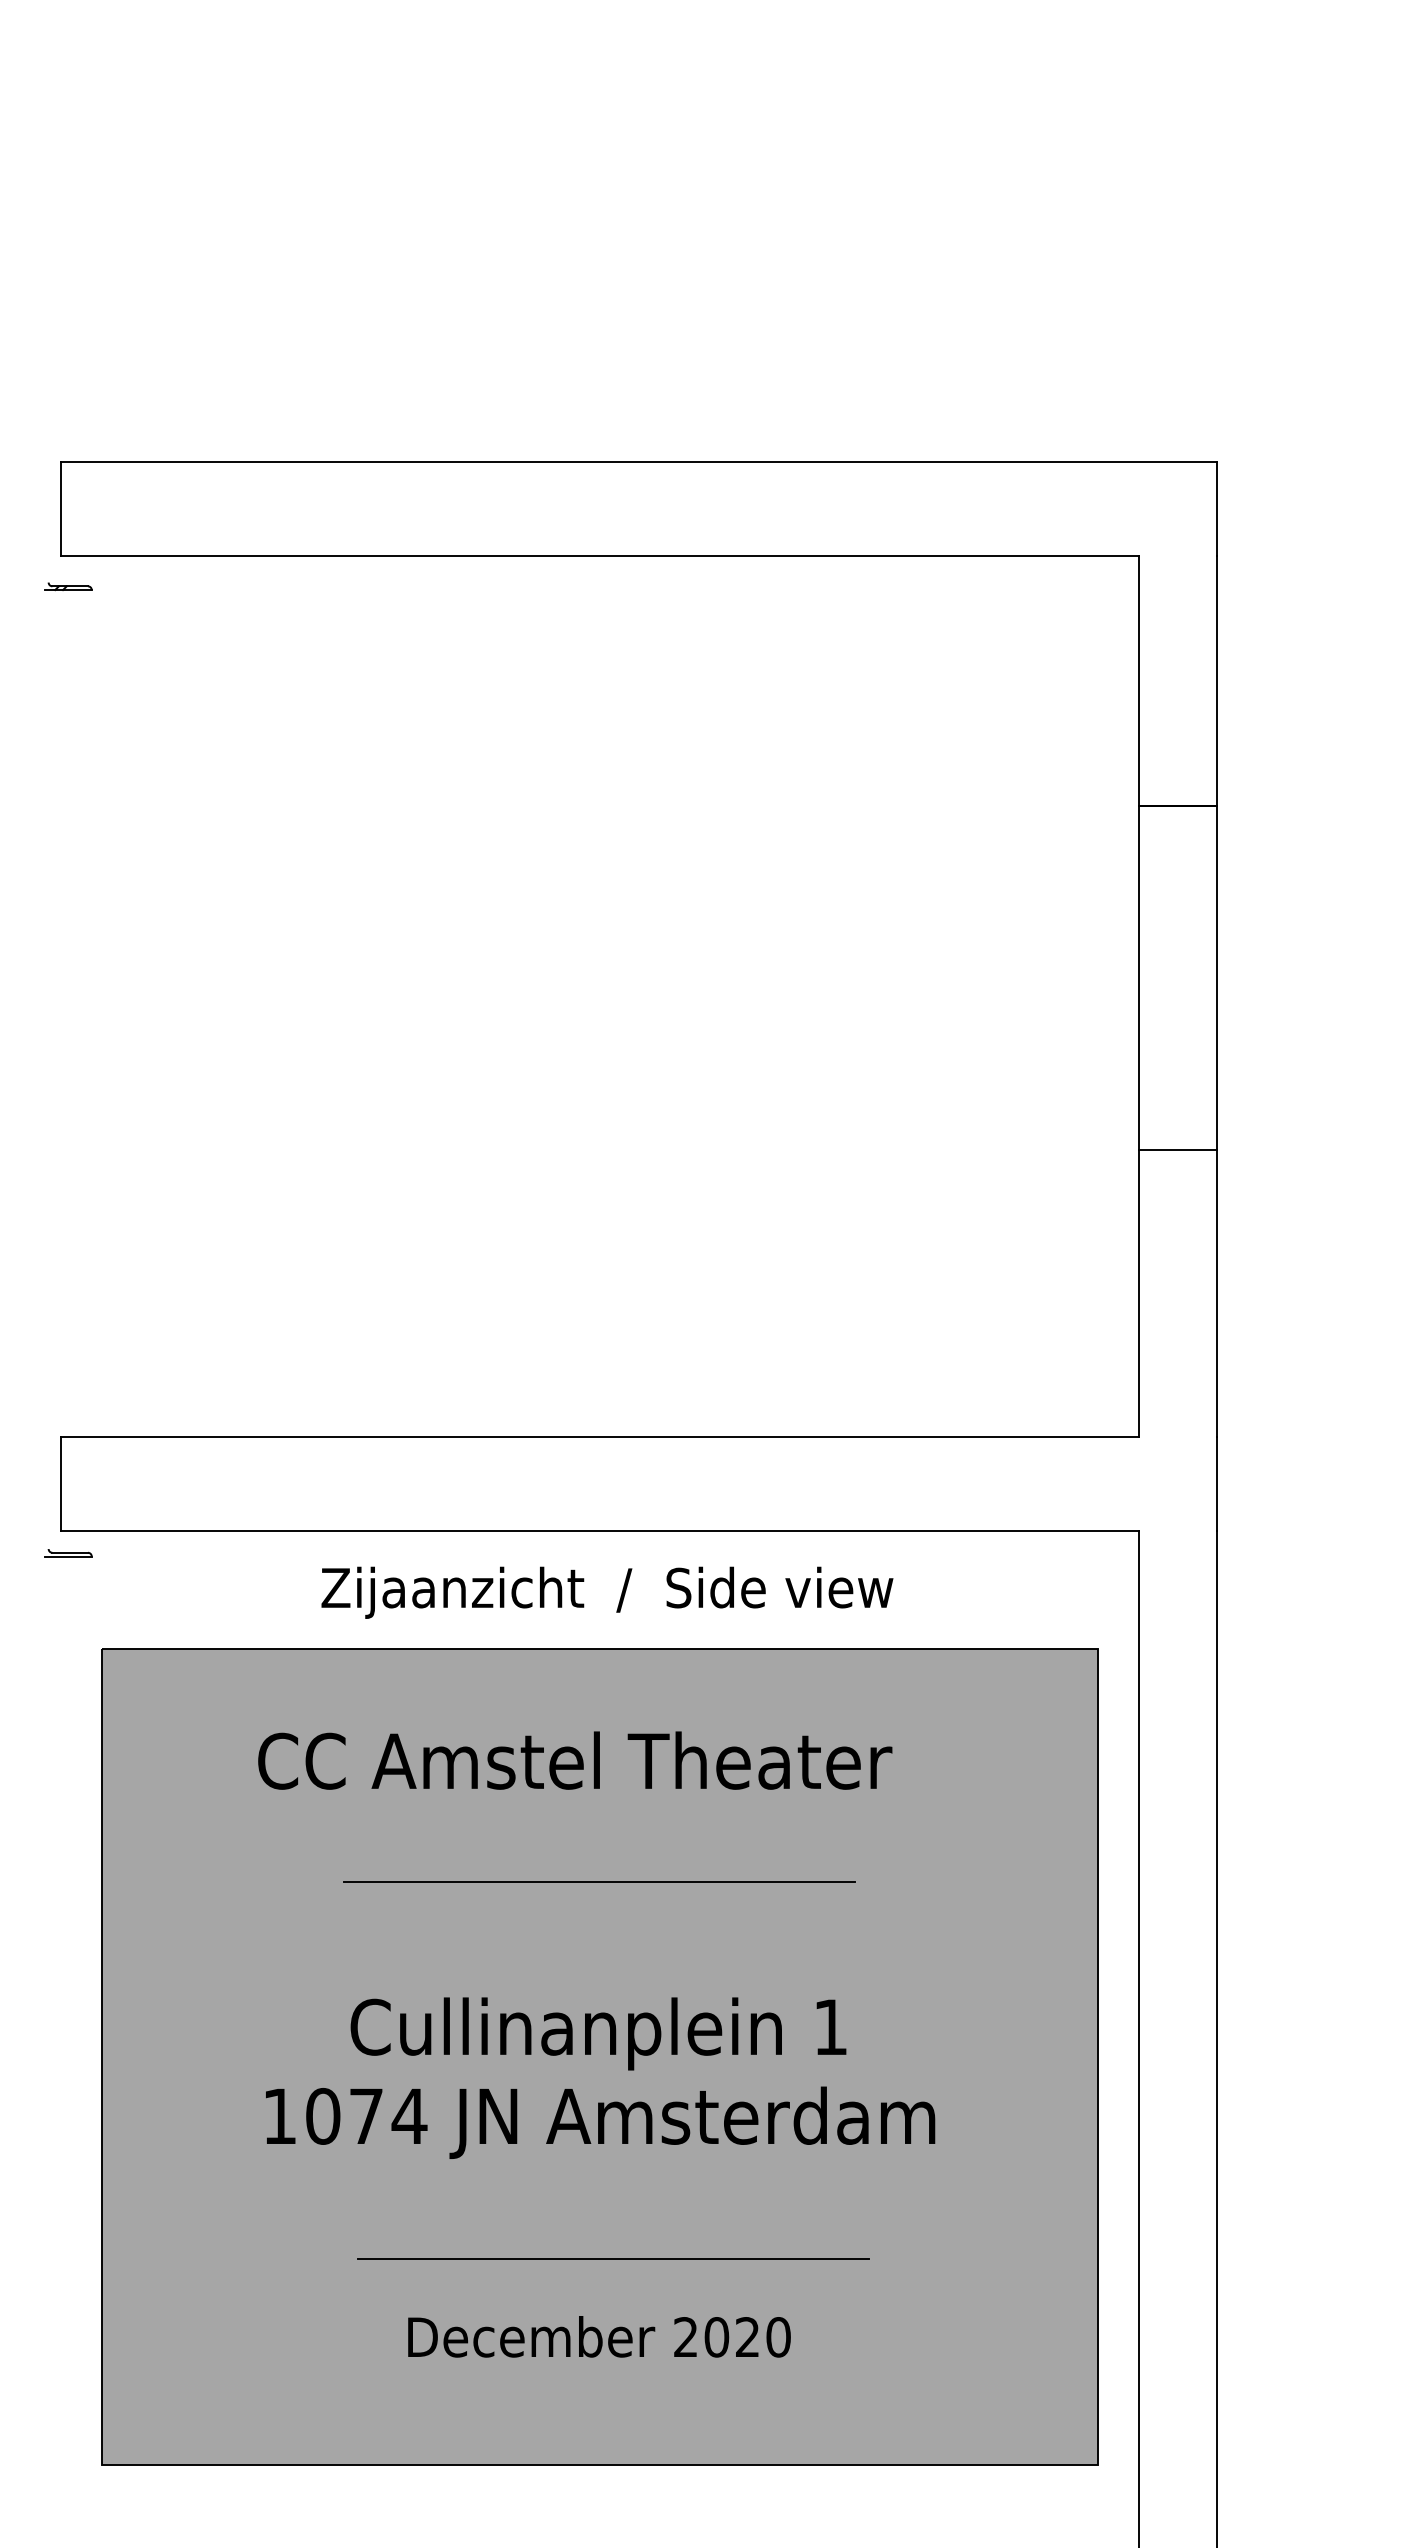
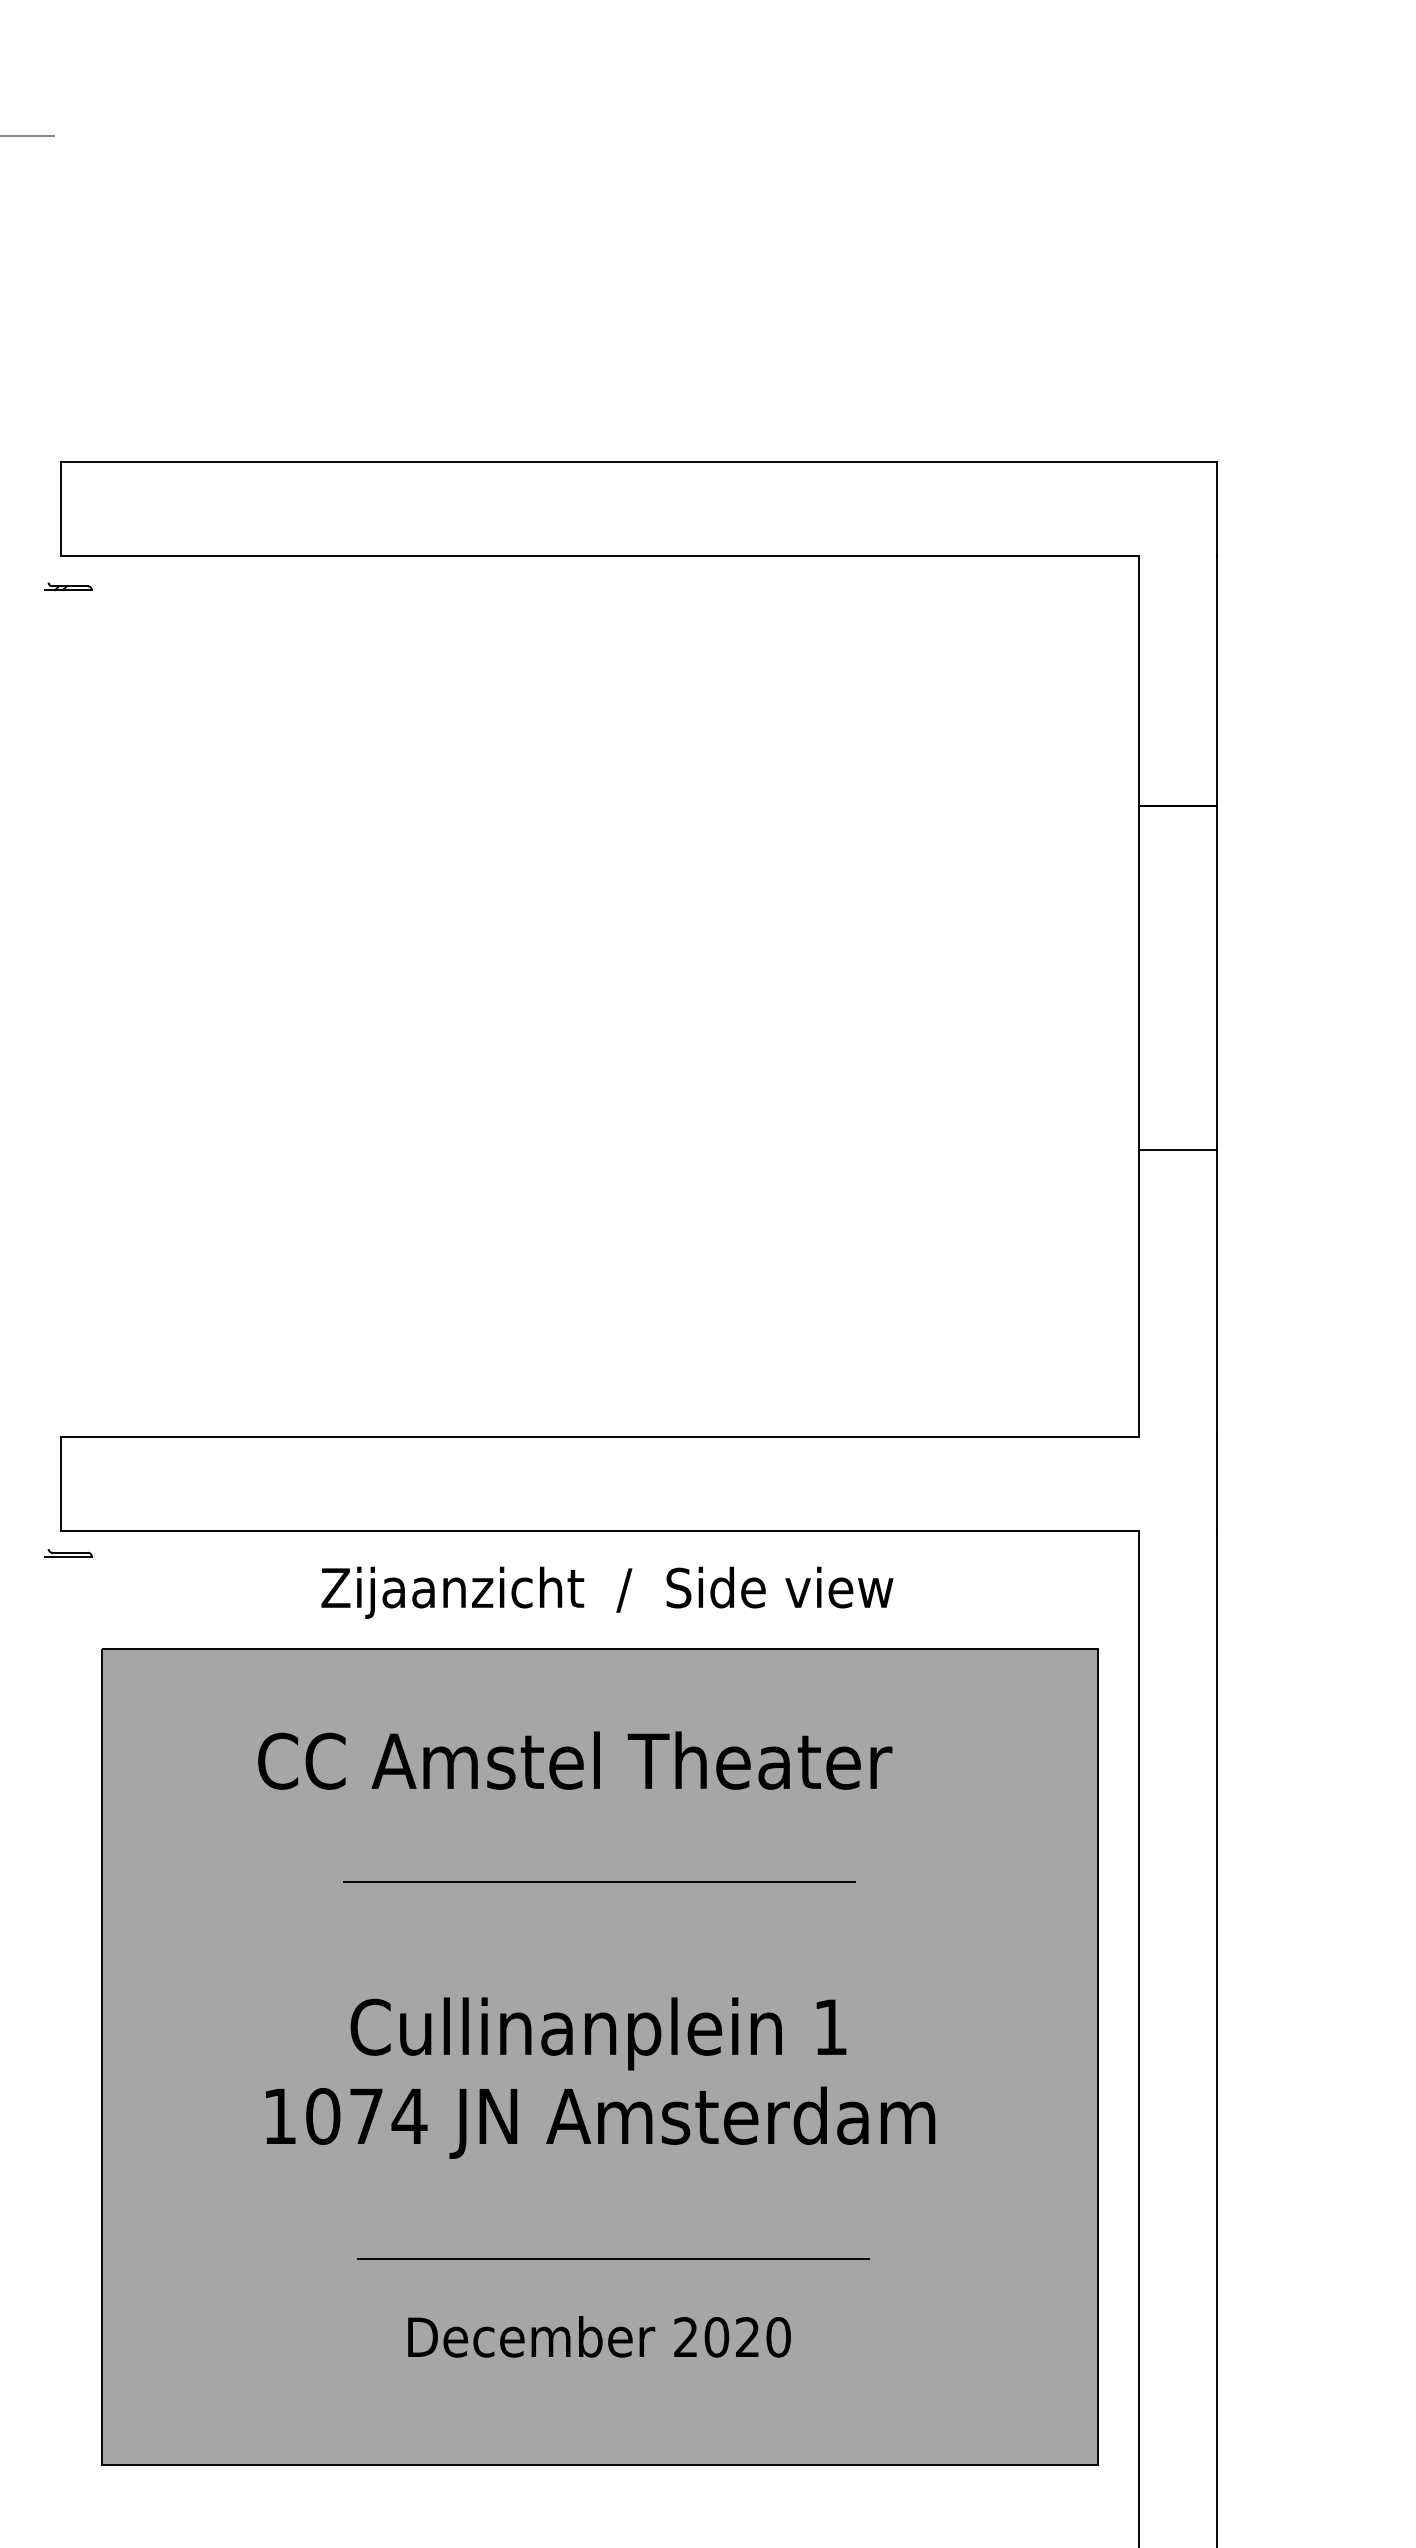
line at (27, 135): none -> present
